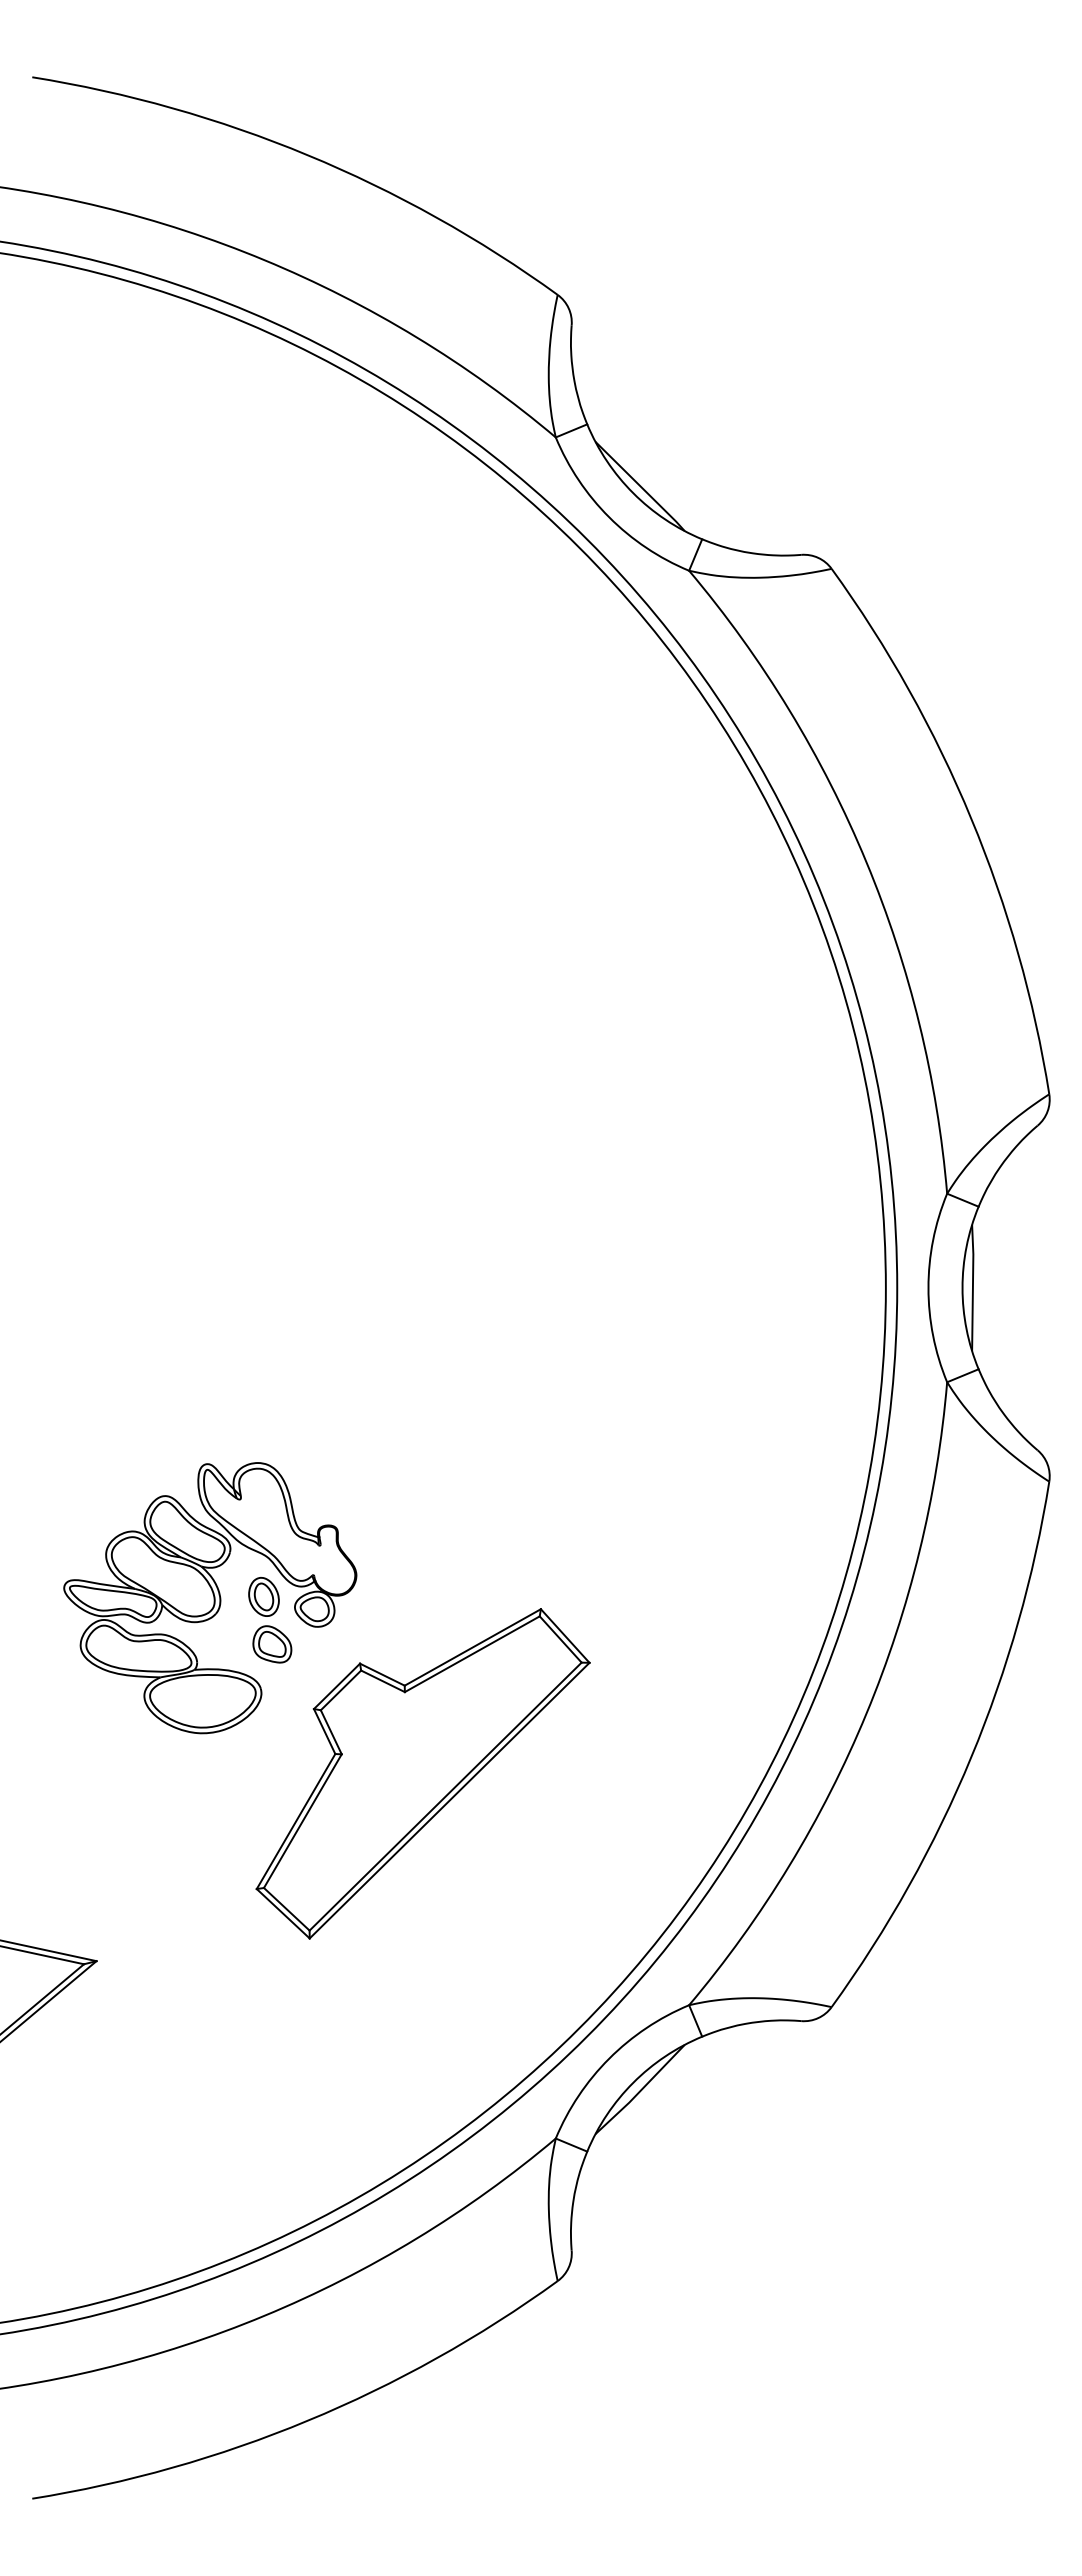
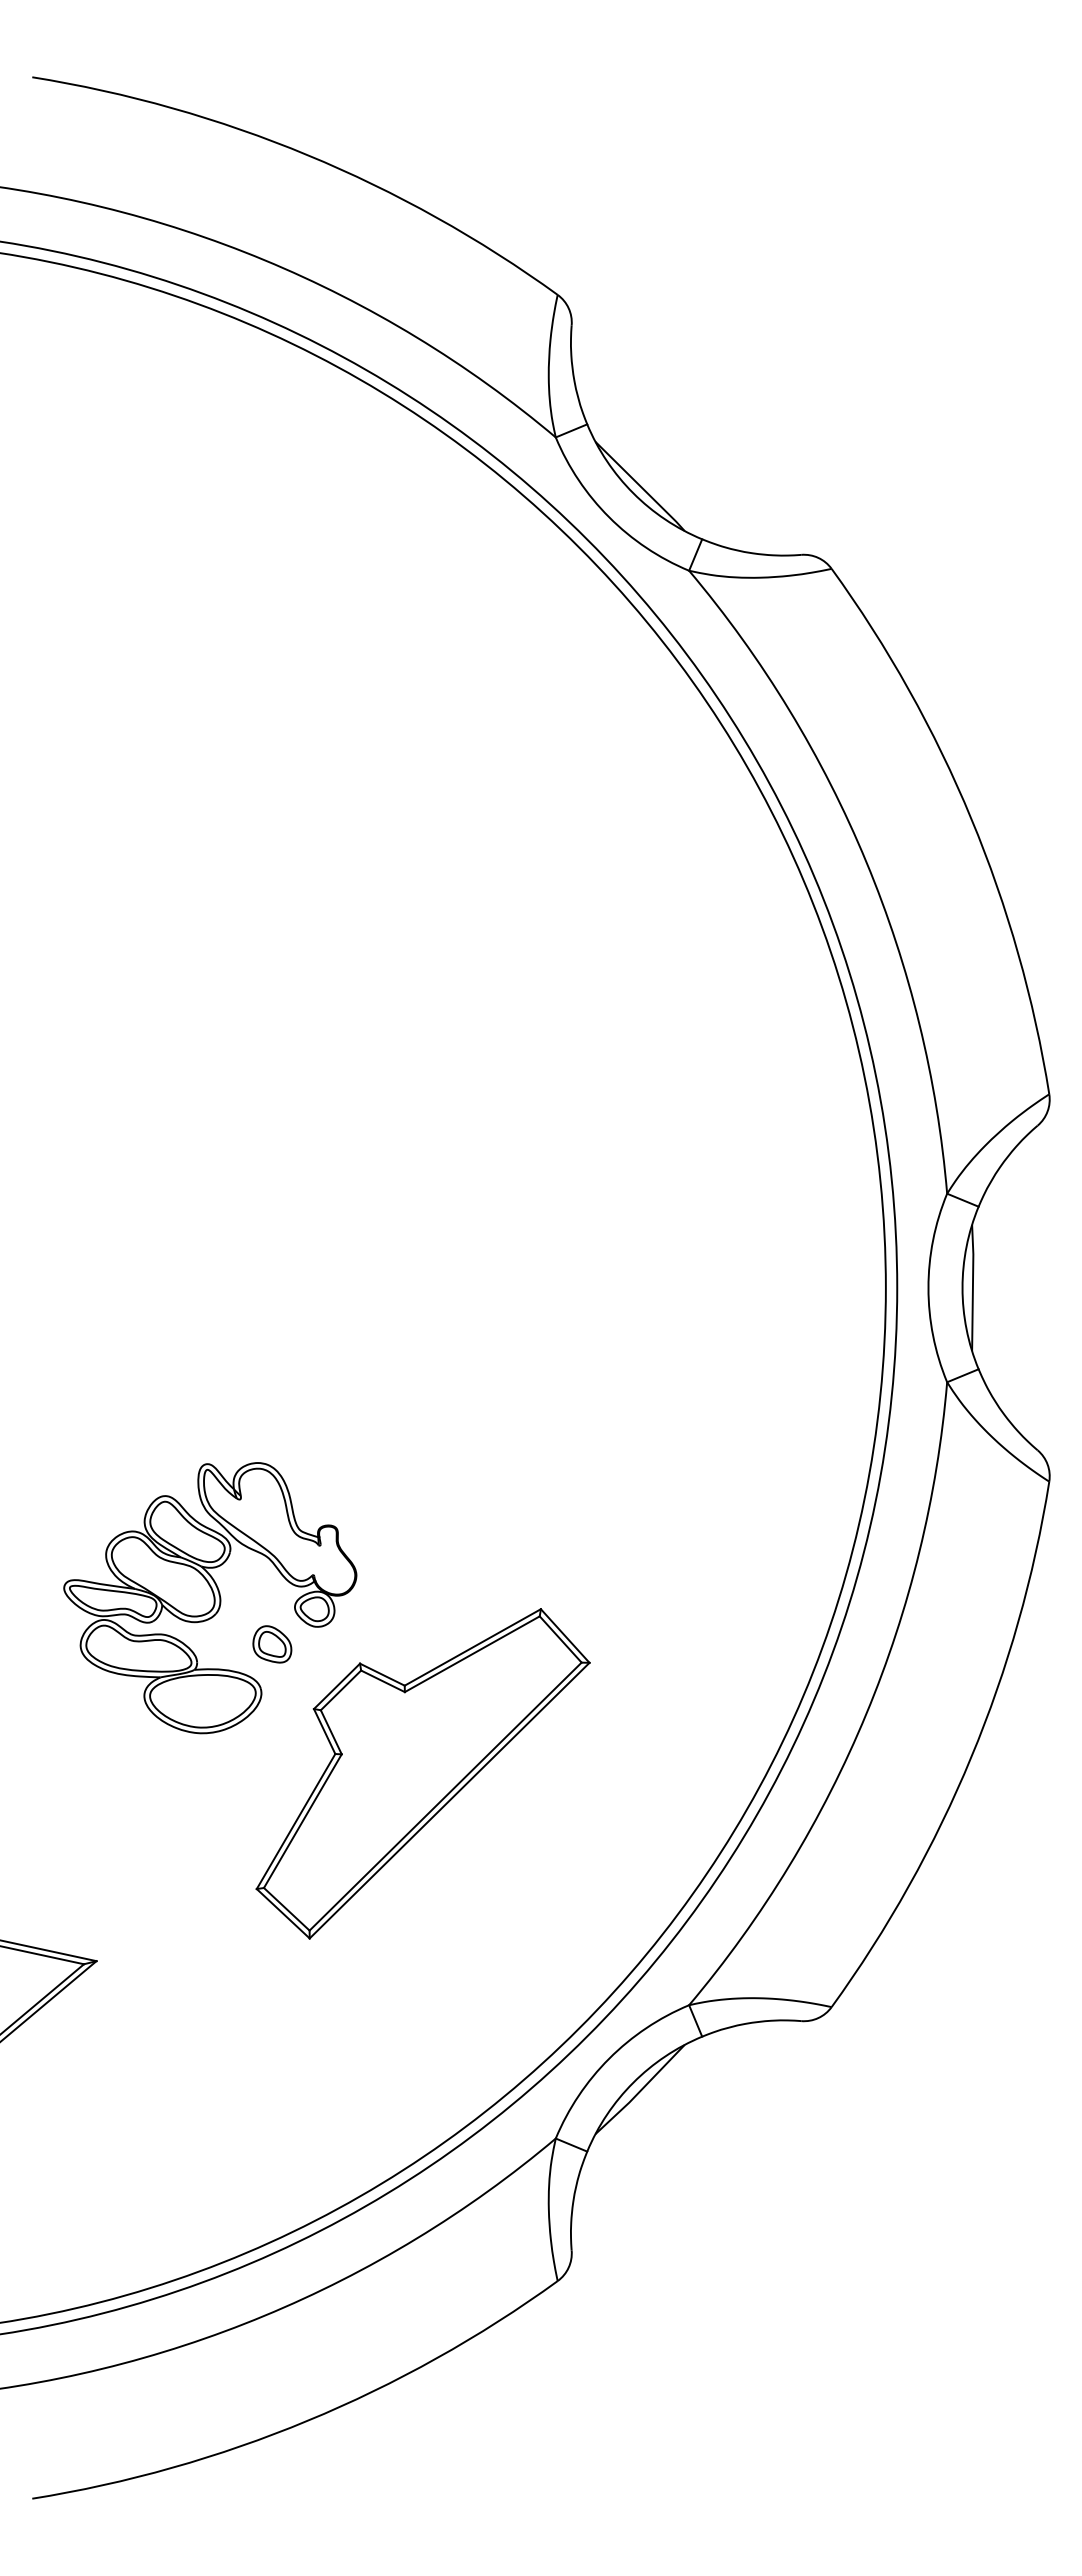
part at (263, 1596): present -> none
